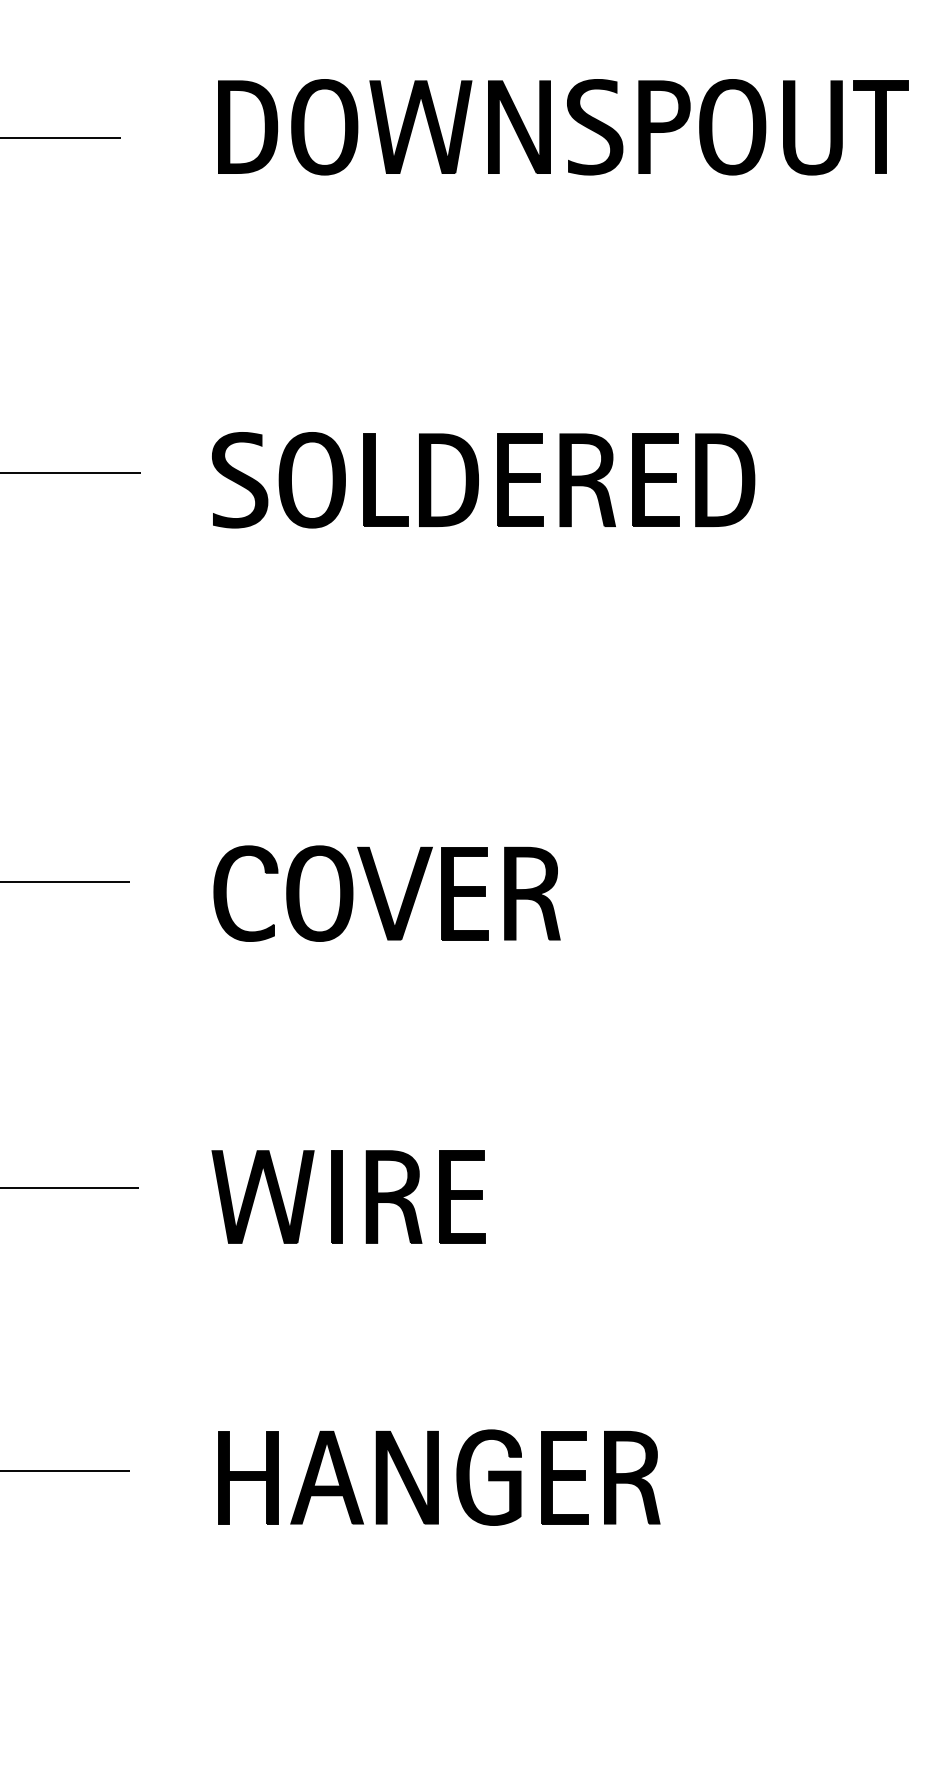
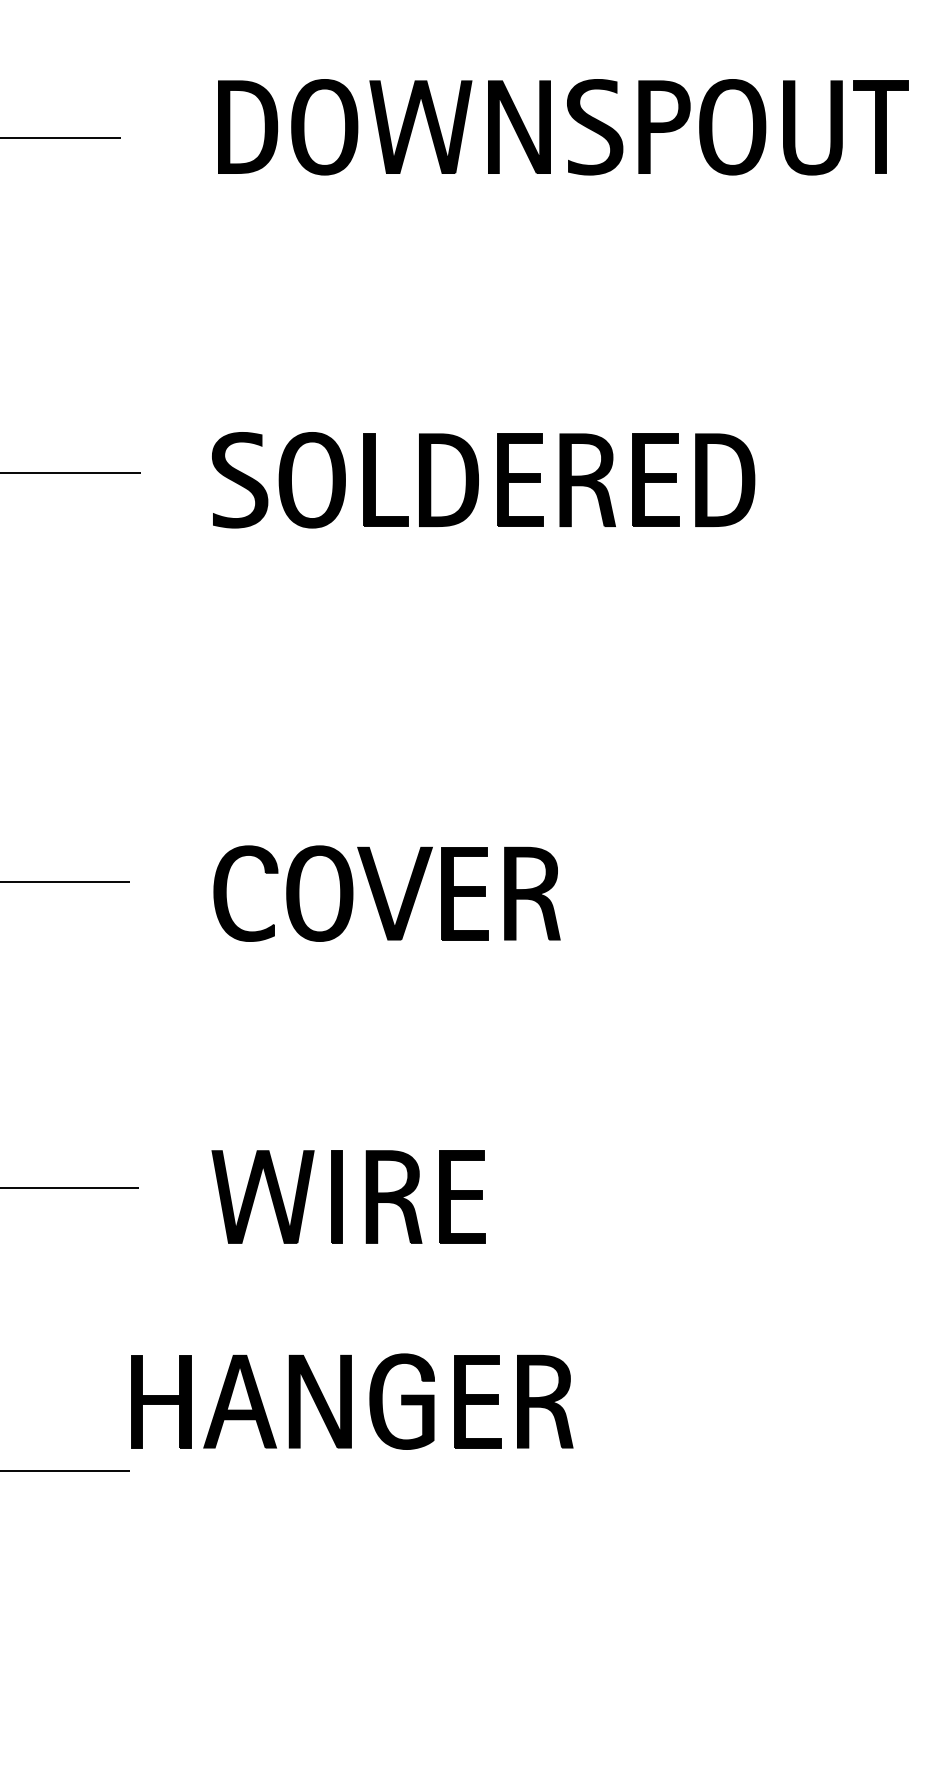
part at (439, 1477) position: (439, 1477) -> (352, 1401)
